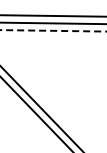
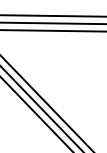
line at (53, 30): dashed -> solid
line at (46, 103): none -> present
